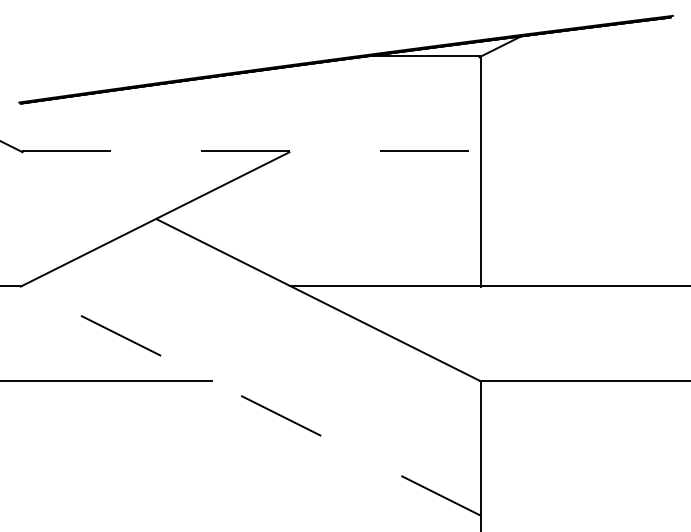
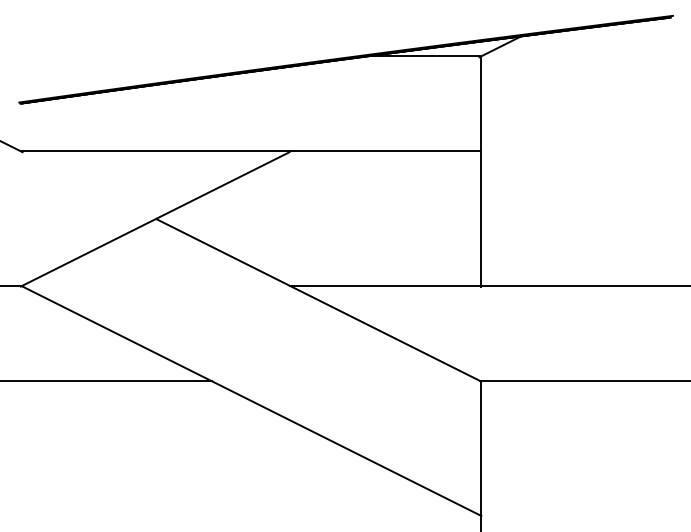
line at (251, 151): dashed -> solid
line at (251, 401): dashed -> solid
